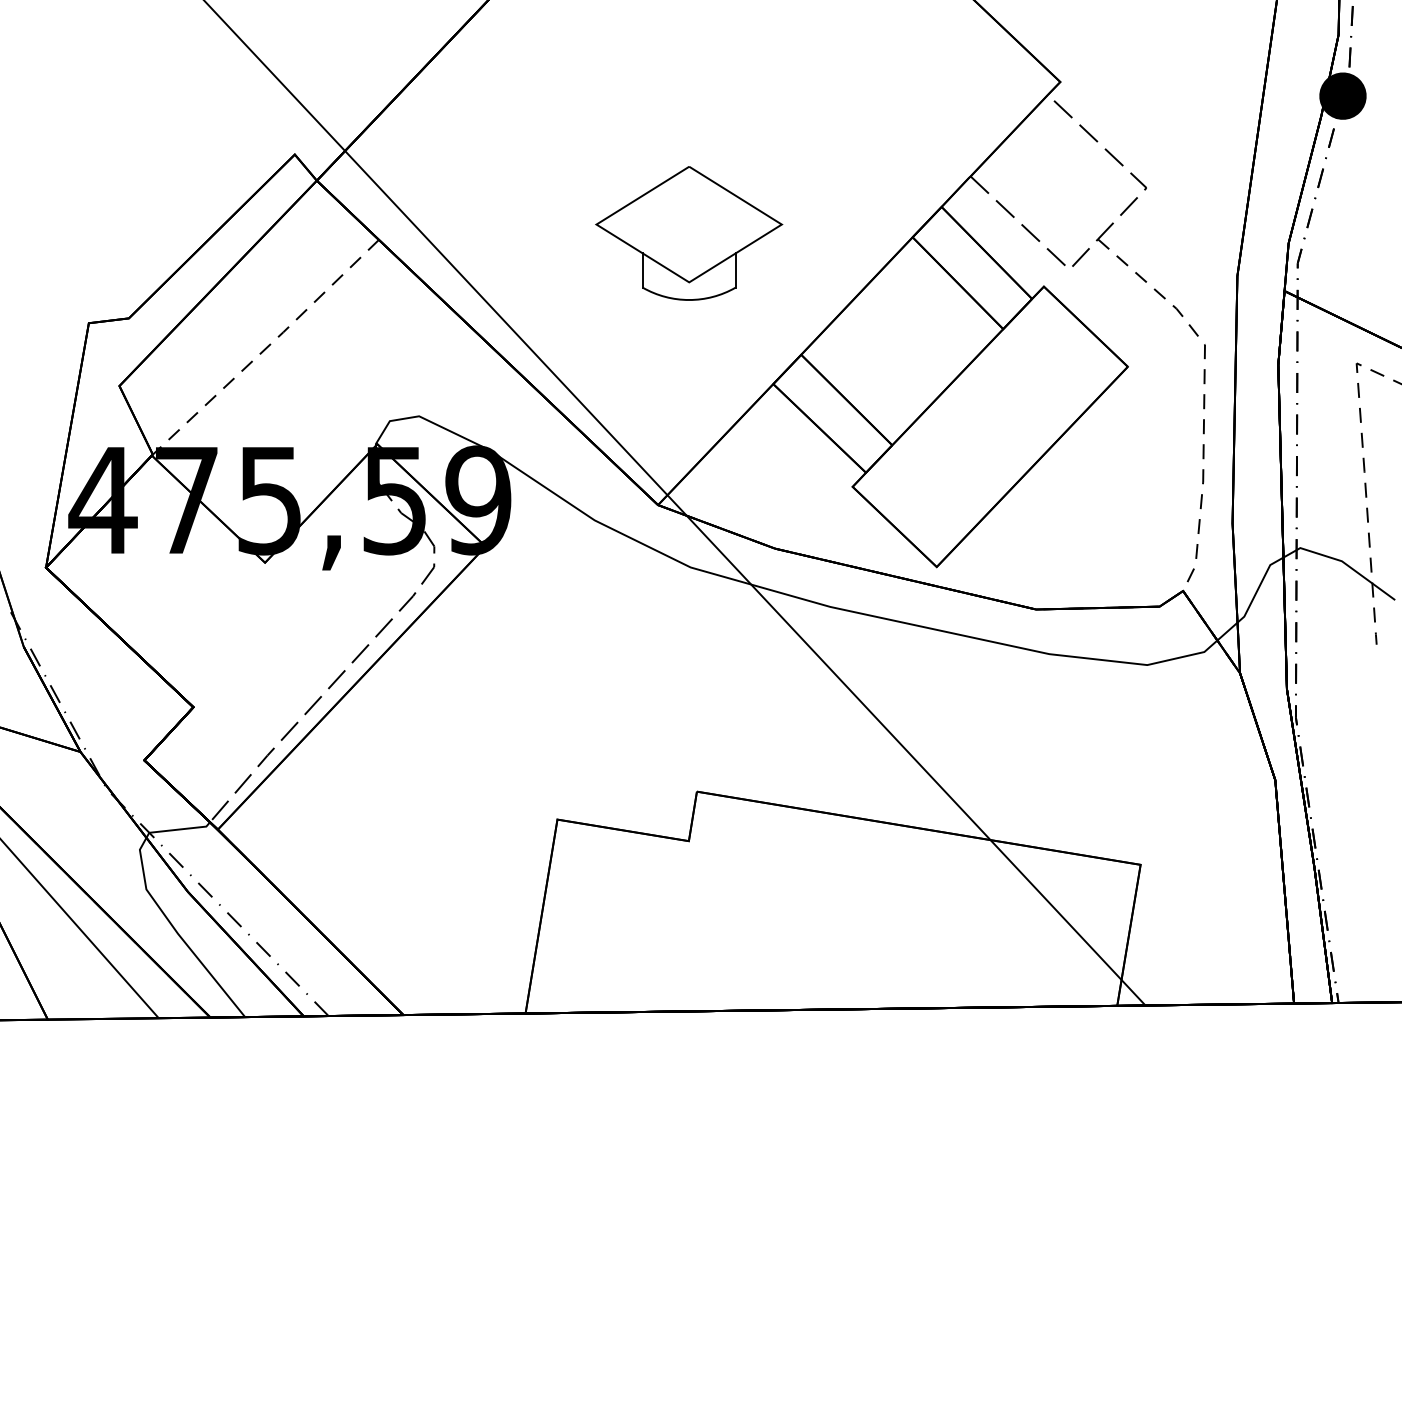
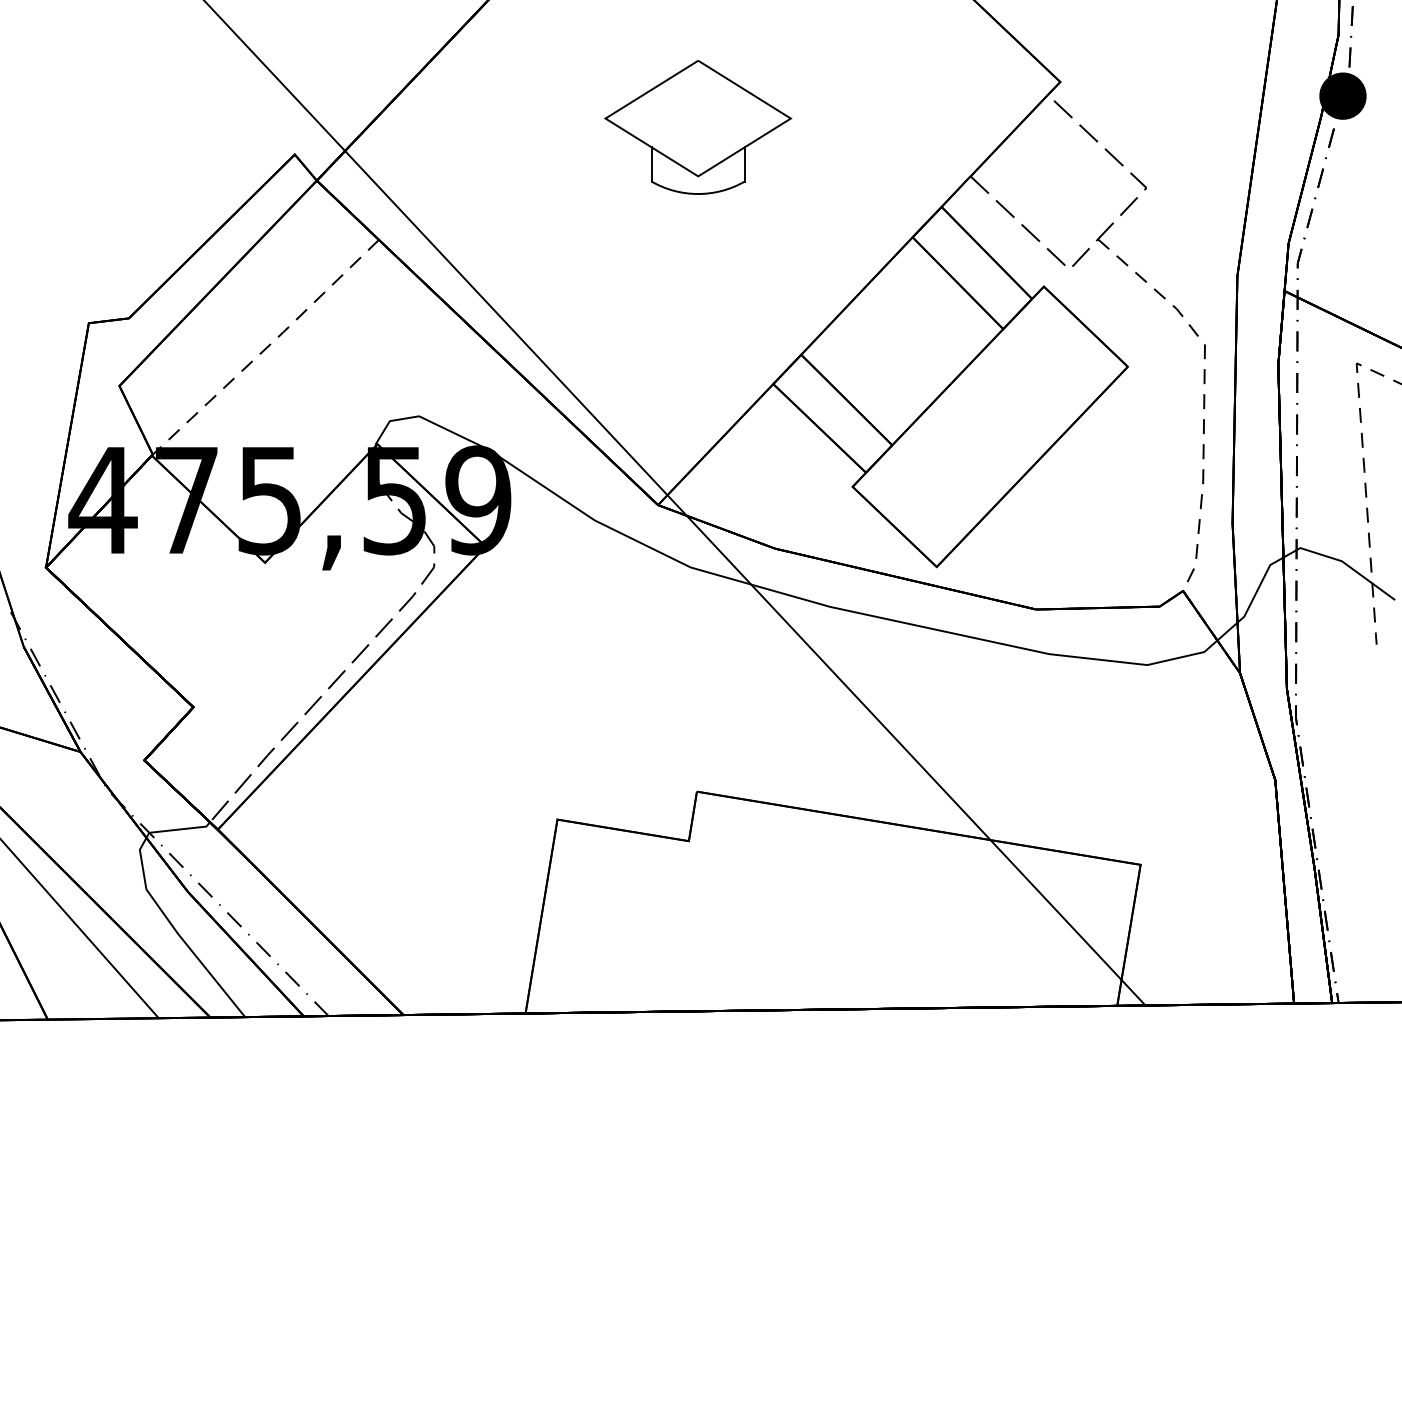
part at (689, 233) position: (689, 233) -> (698, 127)
